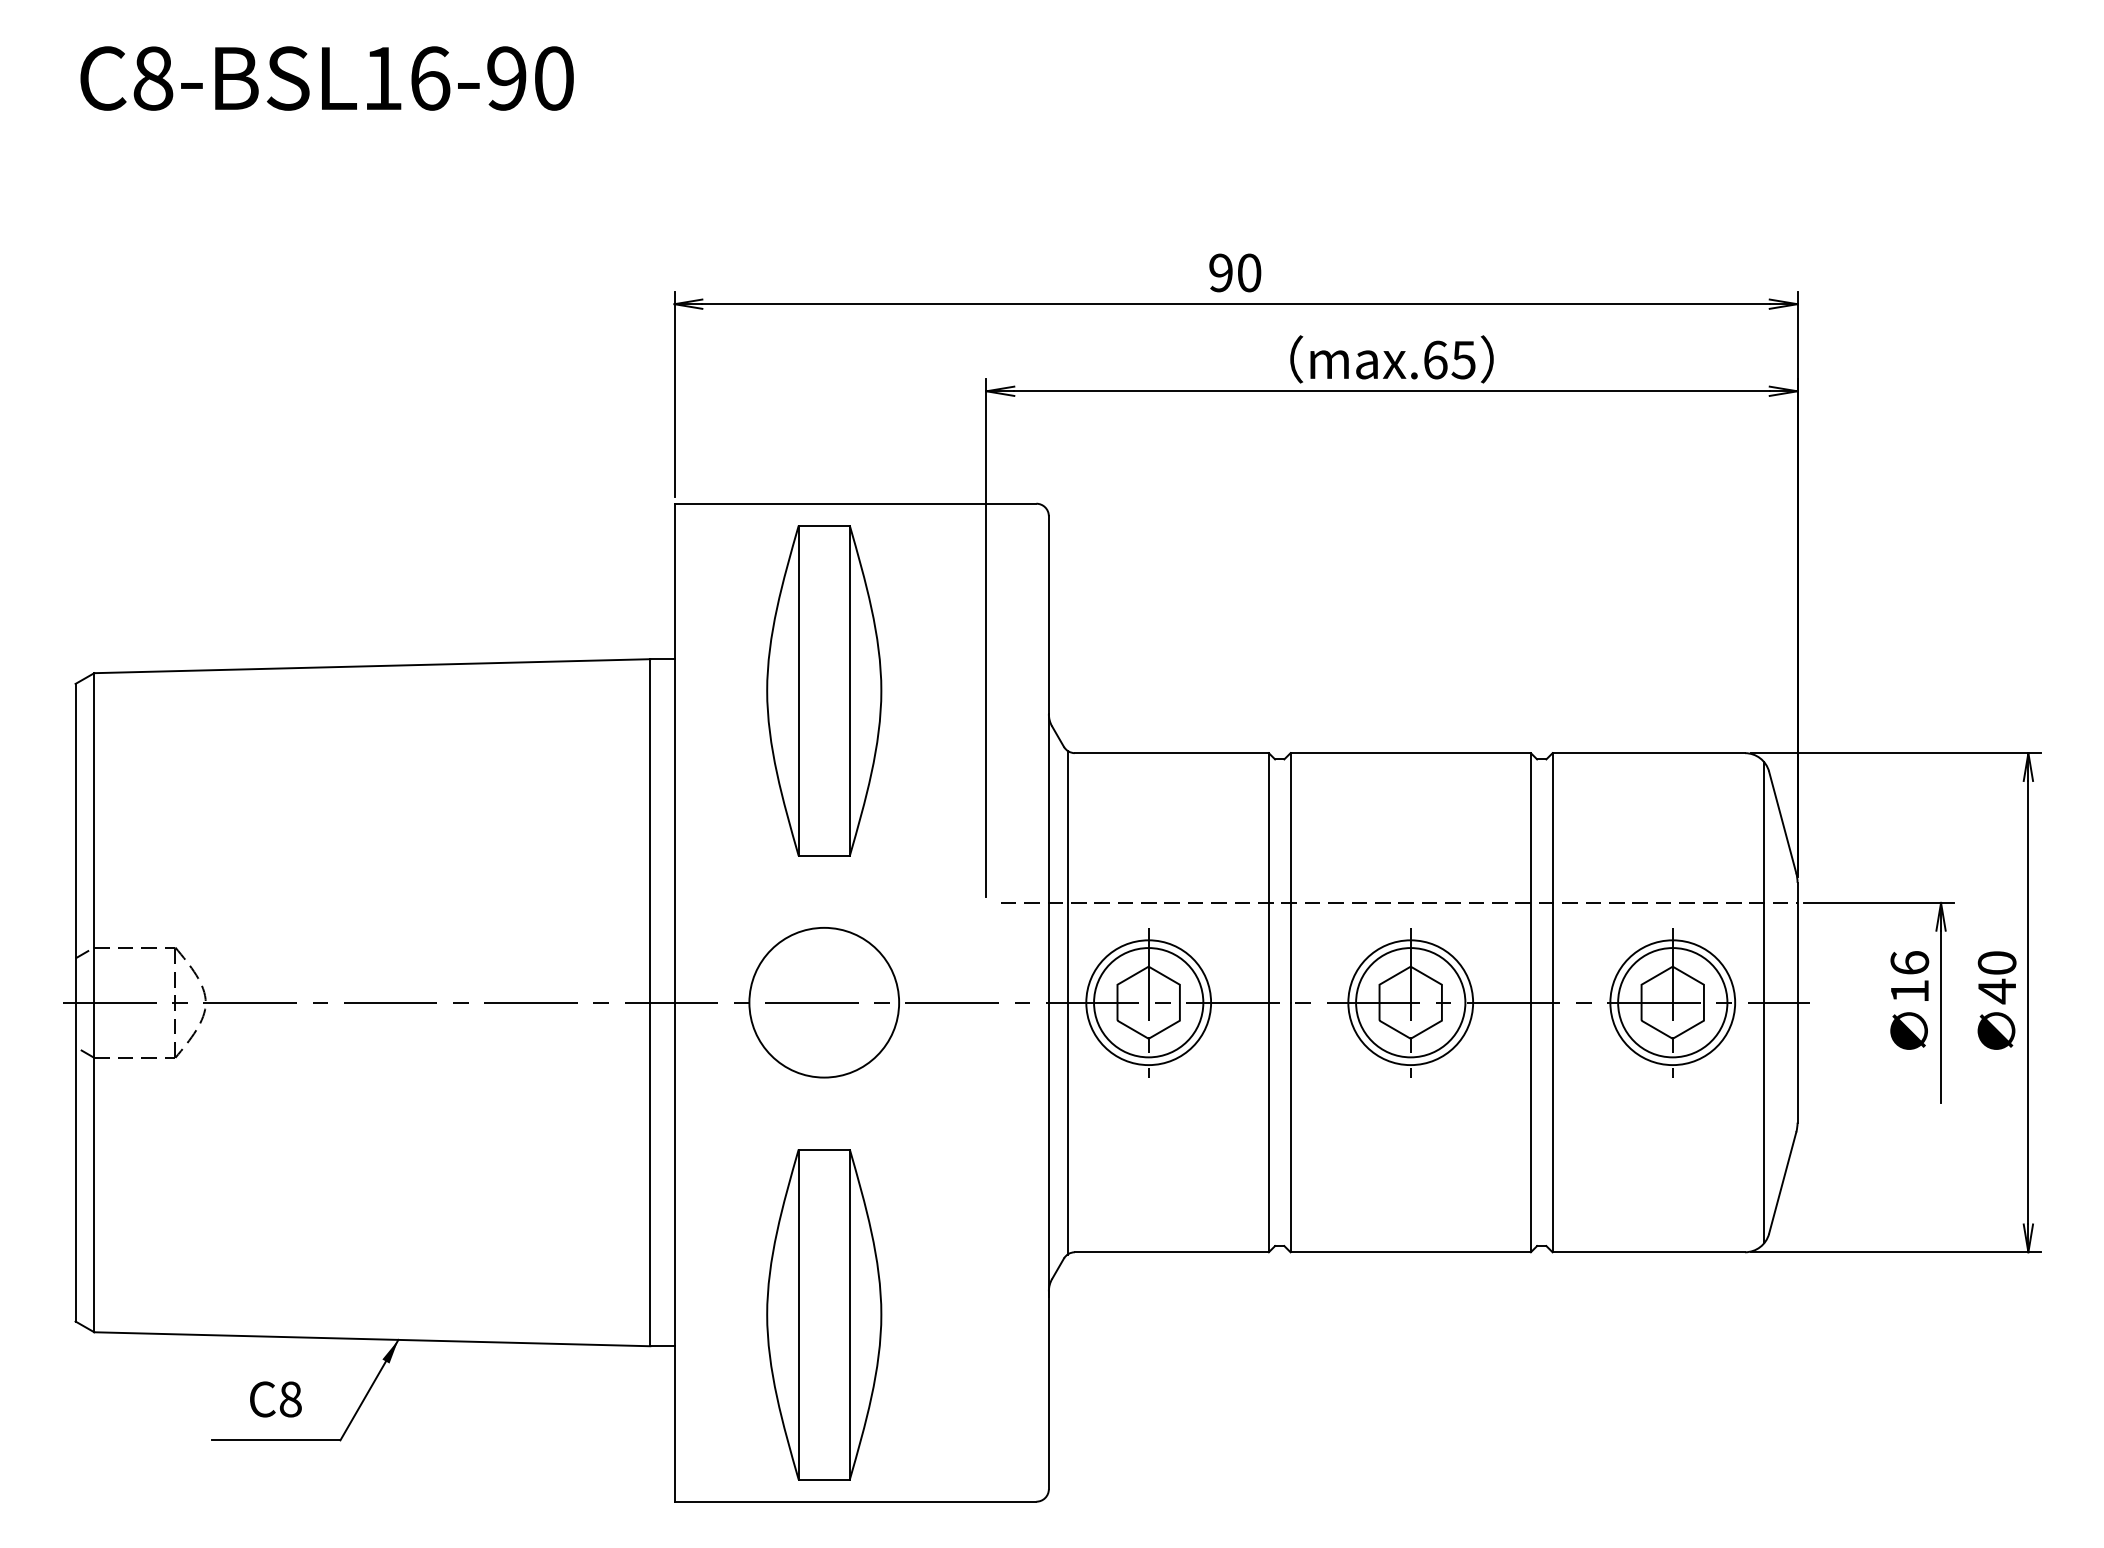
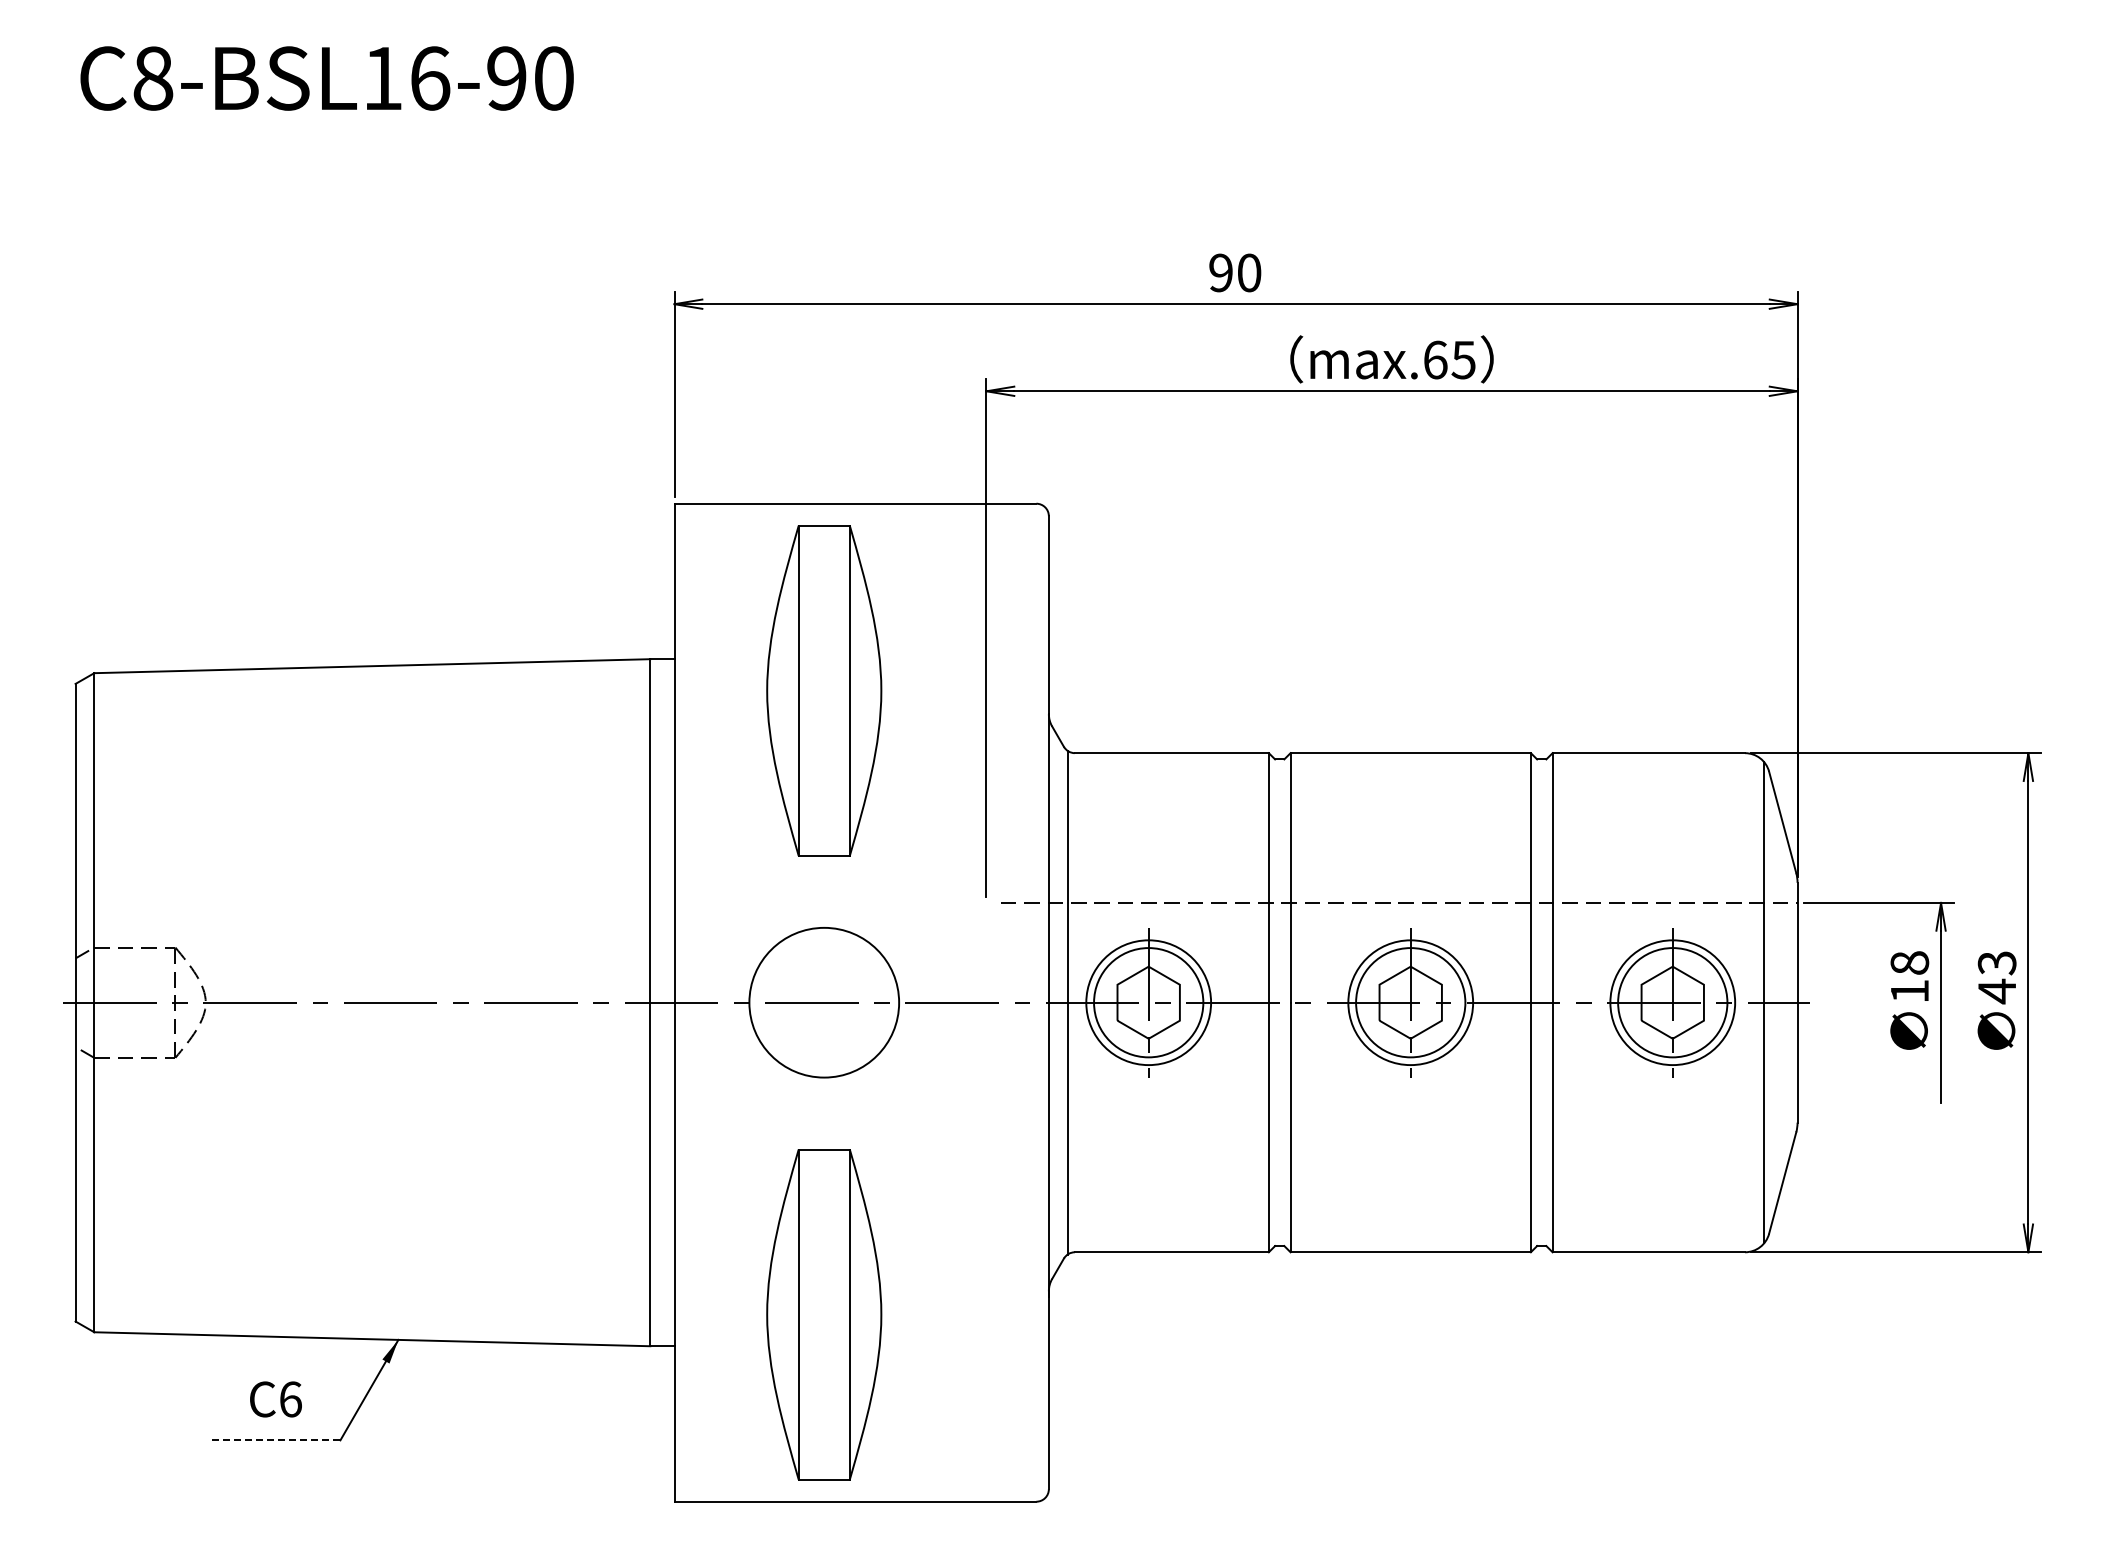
text at (1909, 962): 16 -> 18
text at (1997, 963): 40 -> 43
text at (290, 1399): C8 -> C6
line at (275, 1440): solid -> dashed
